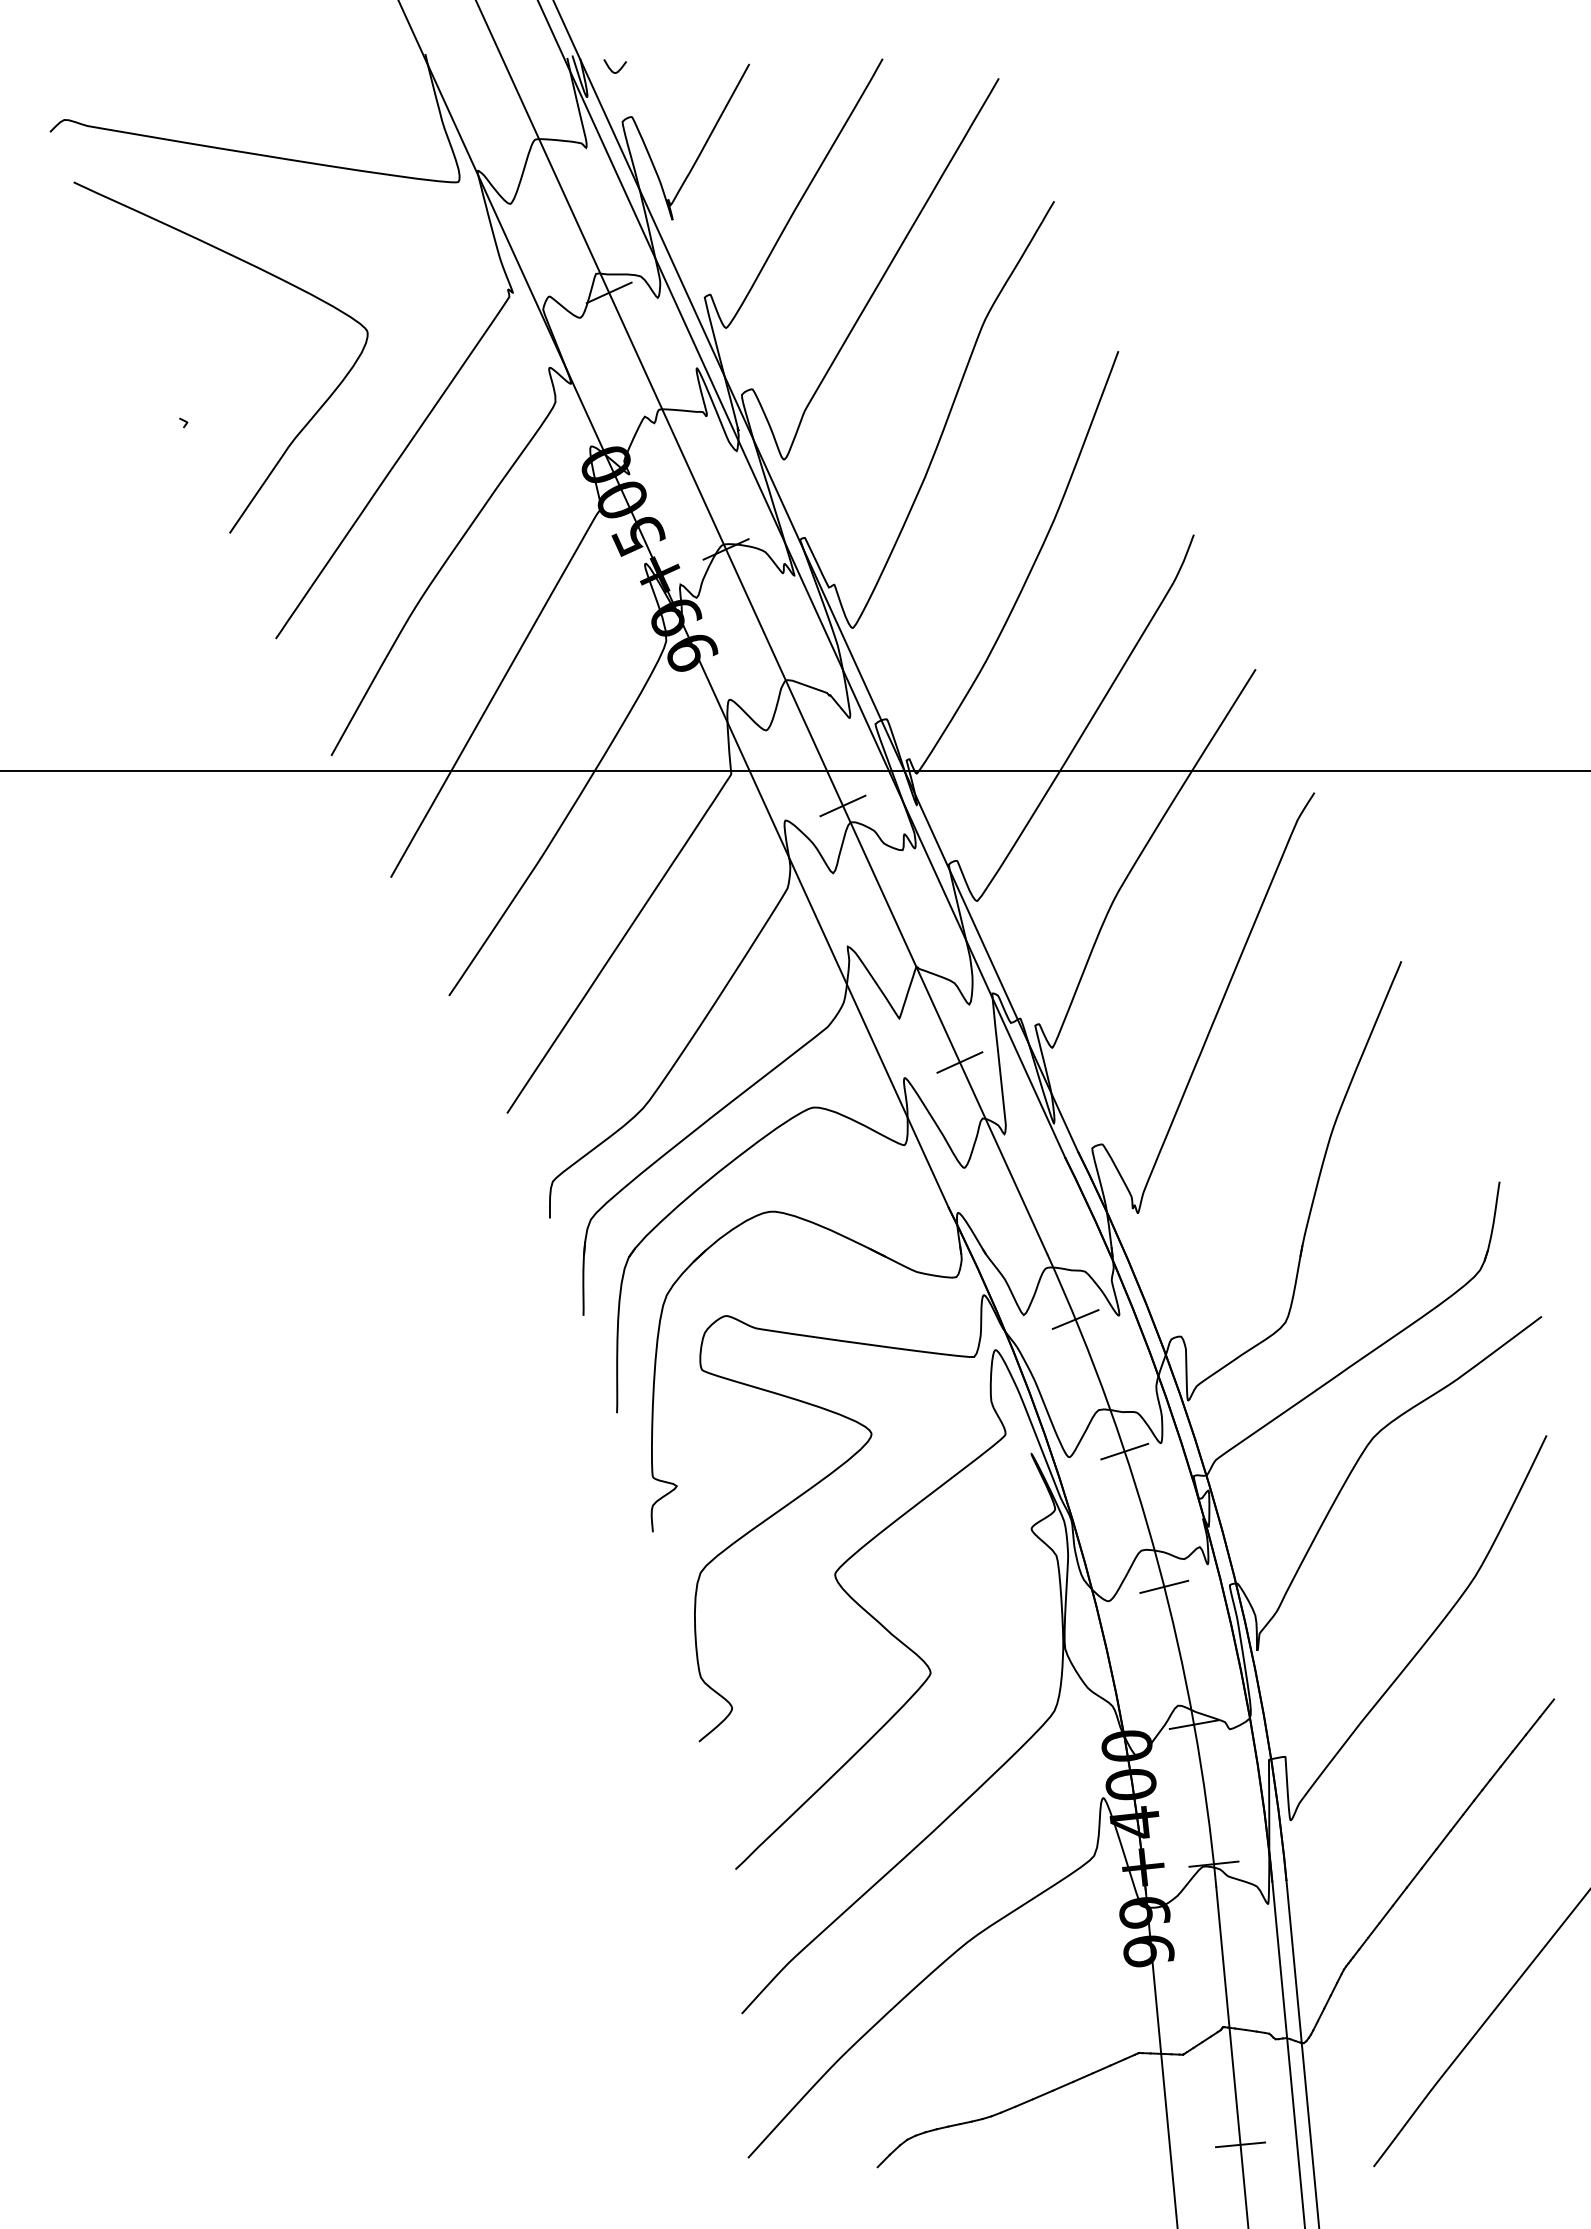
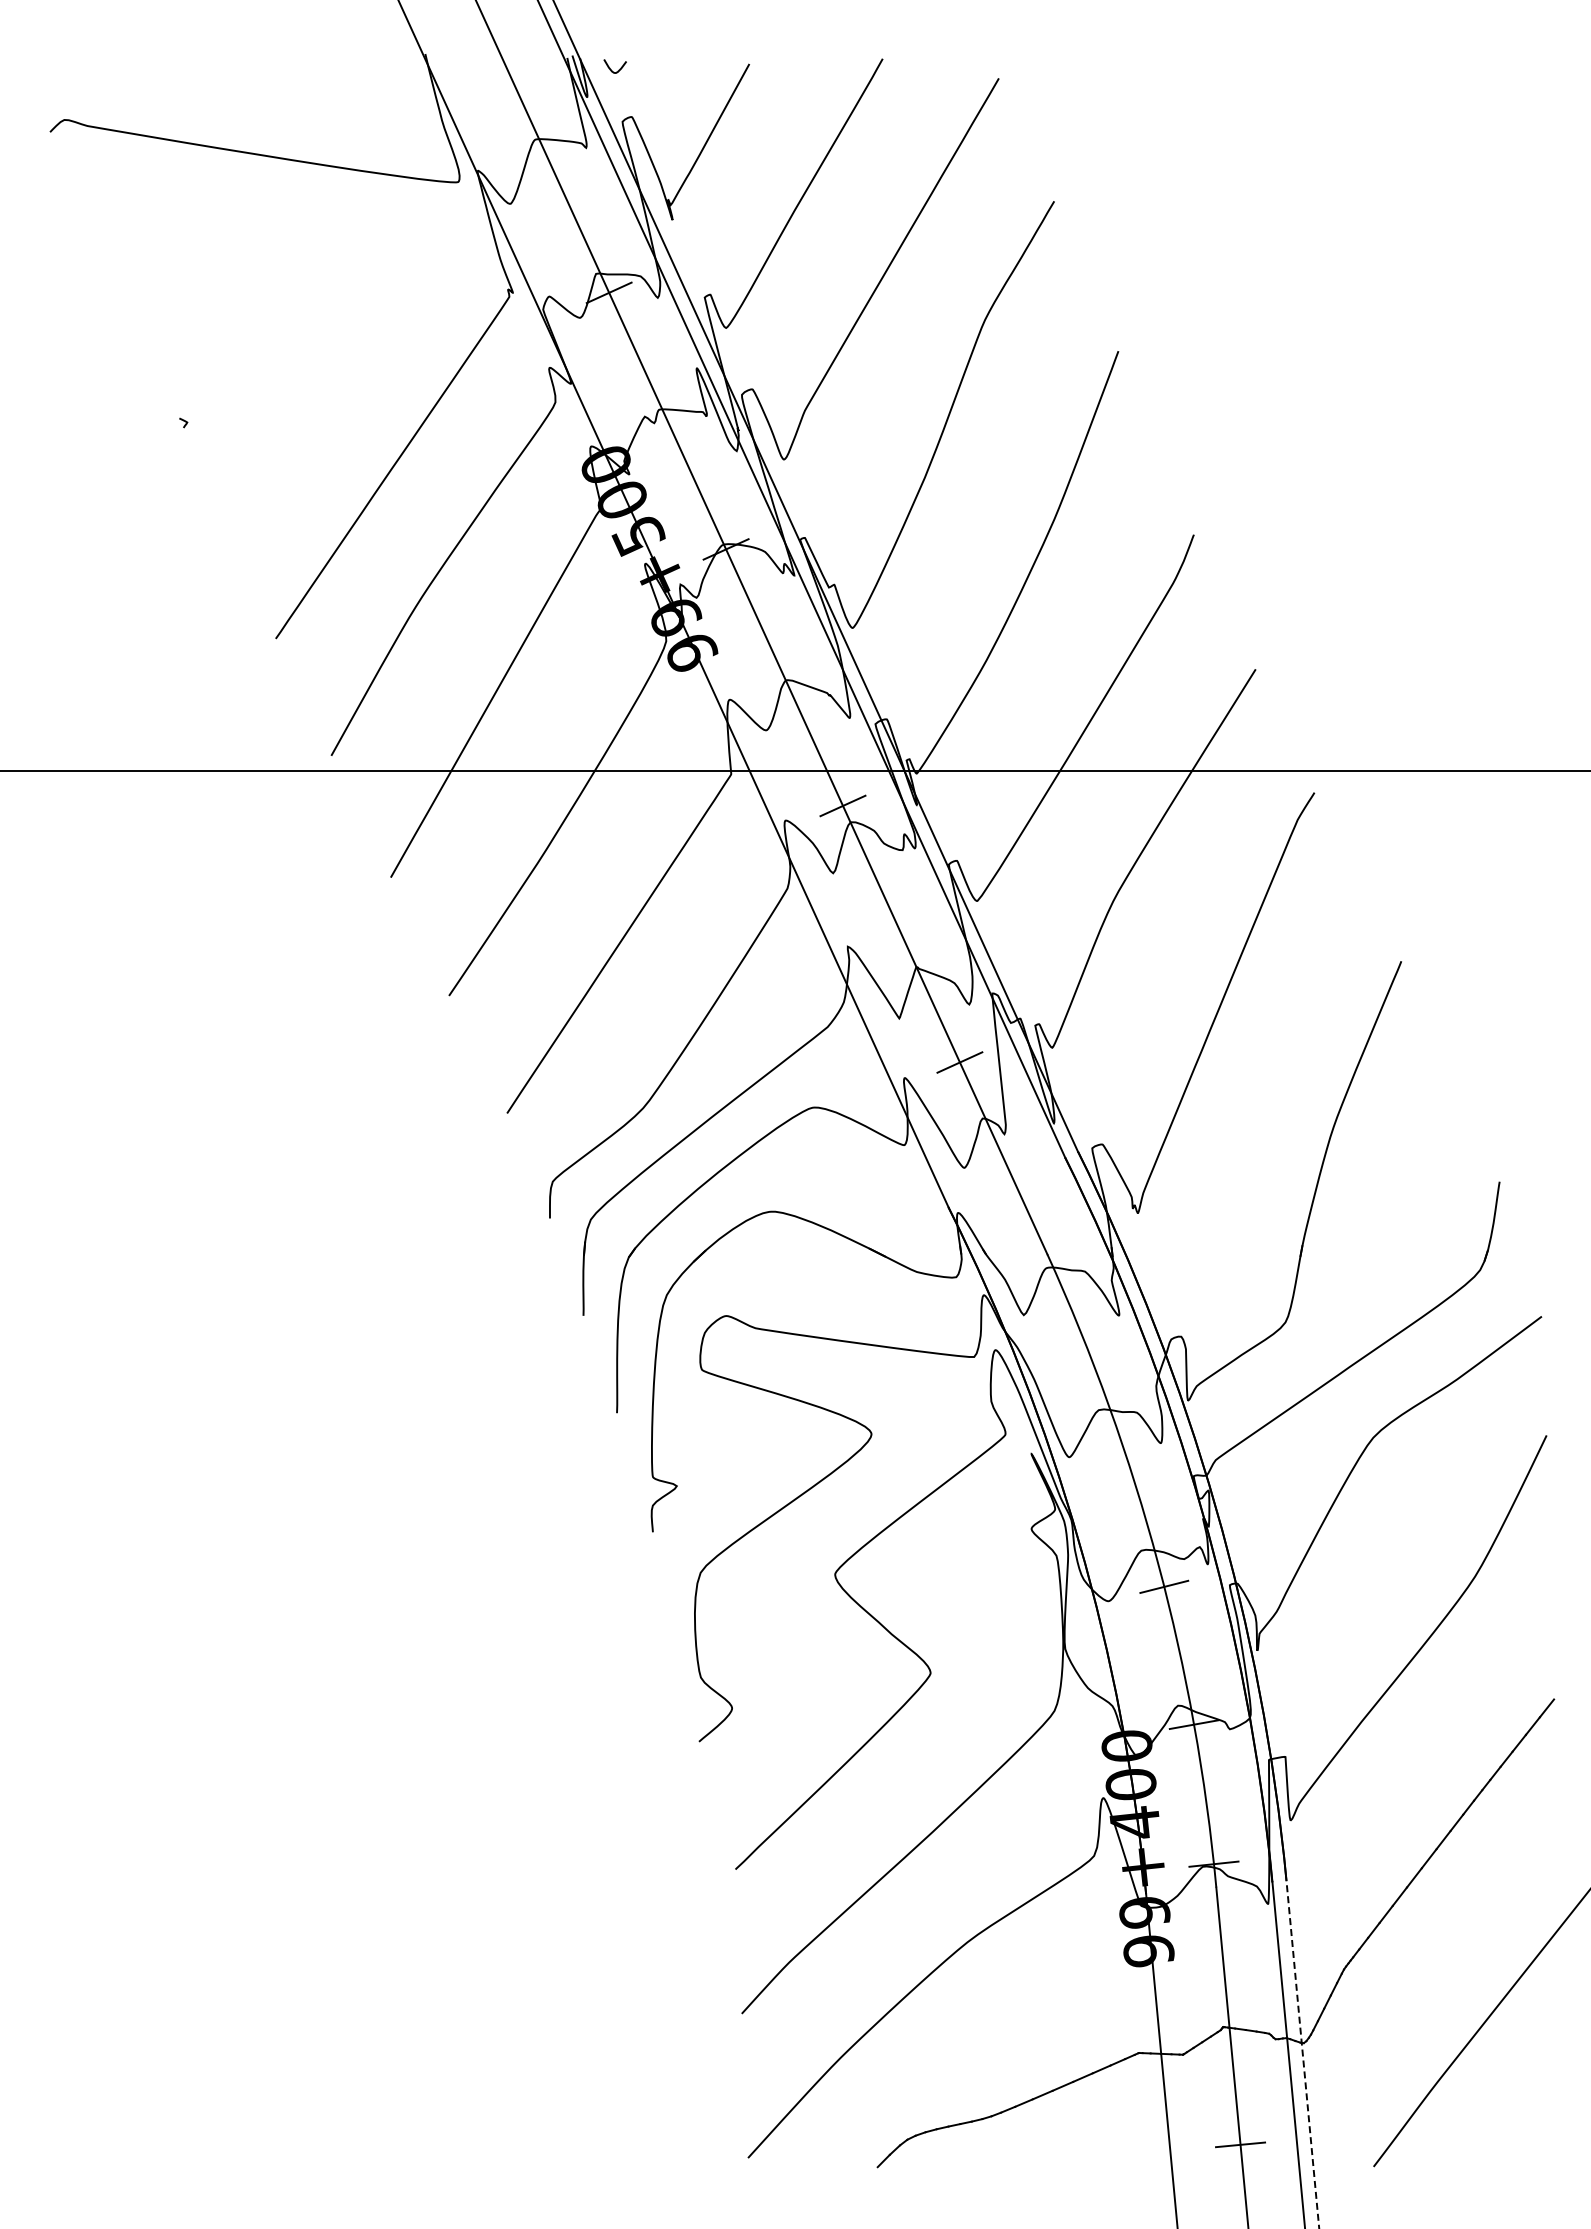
curve at (263, 271): present -> none
line at (1075, 1319): present -> none
line at (1124, 1451): present -> none
line at (1302, 2054): solid -> dashed
